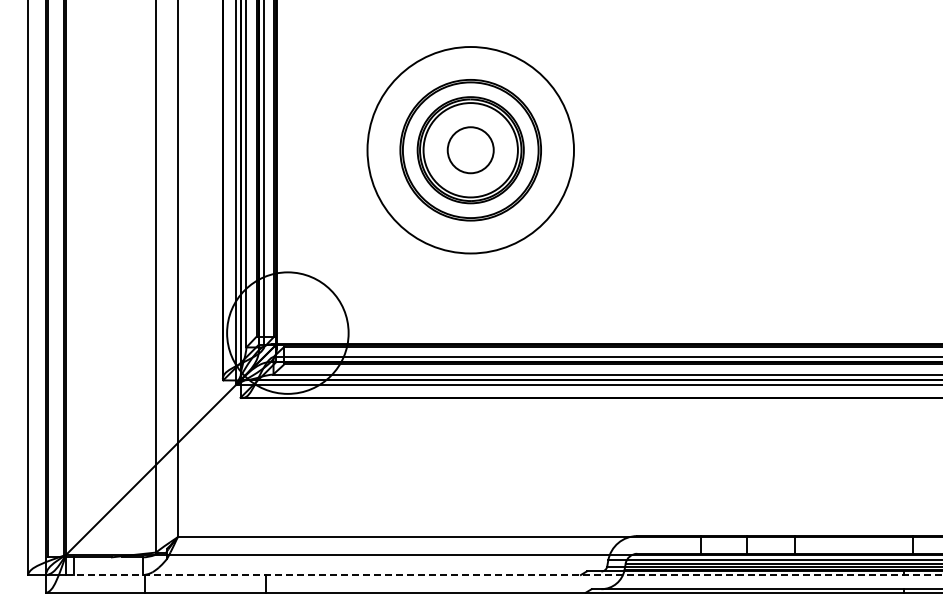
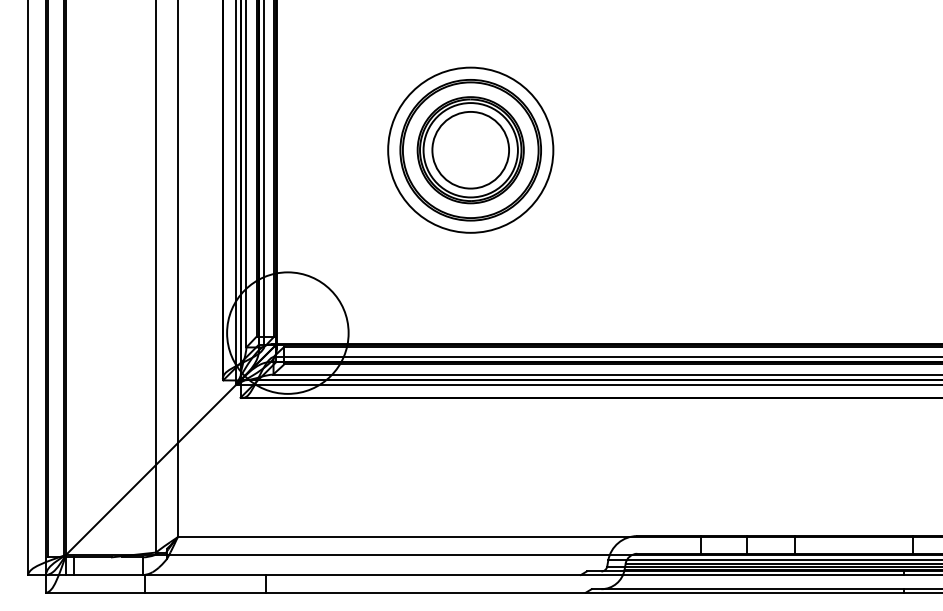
circle at (470, 150) diameter: 206 px -> 165 px
circle at (470, 150) diameter: 46 px -> 77 px
line at (504, 575): dashed -> solid
